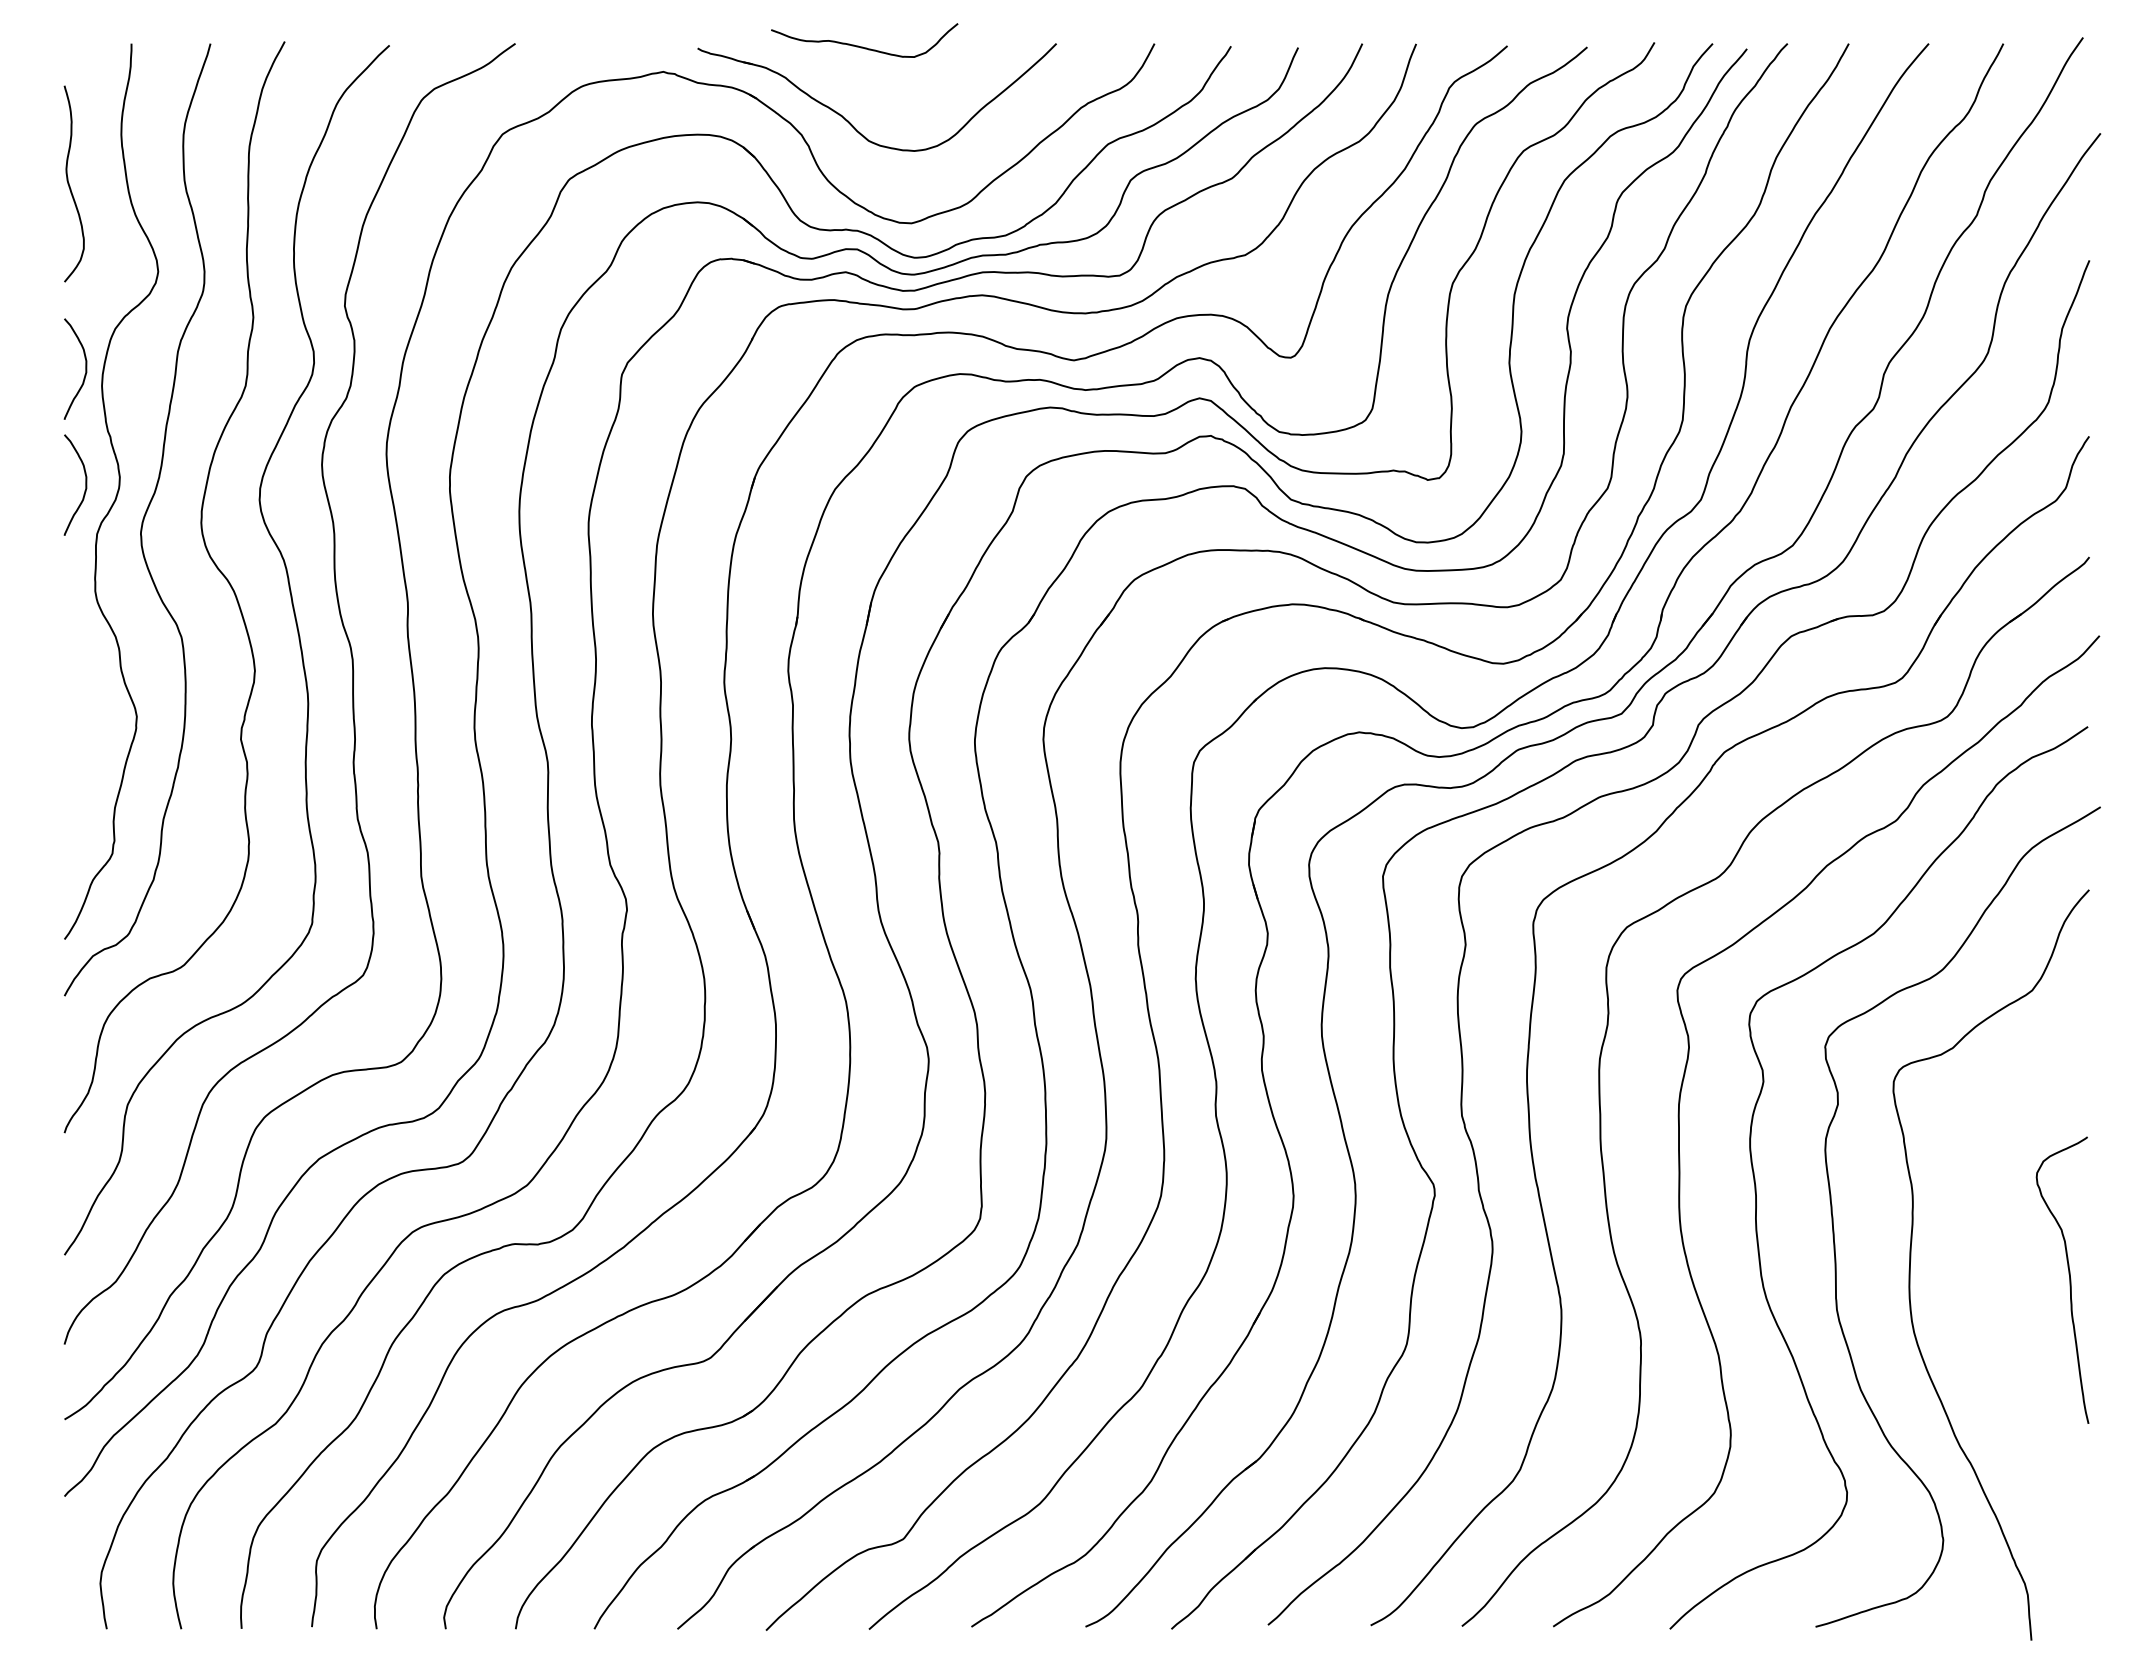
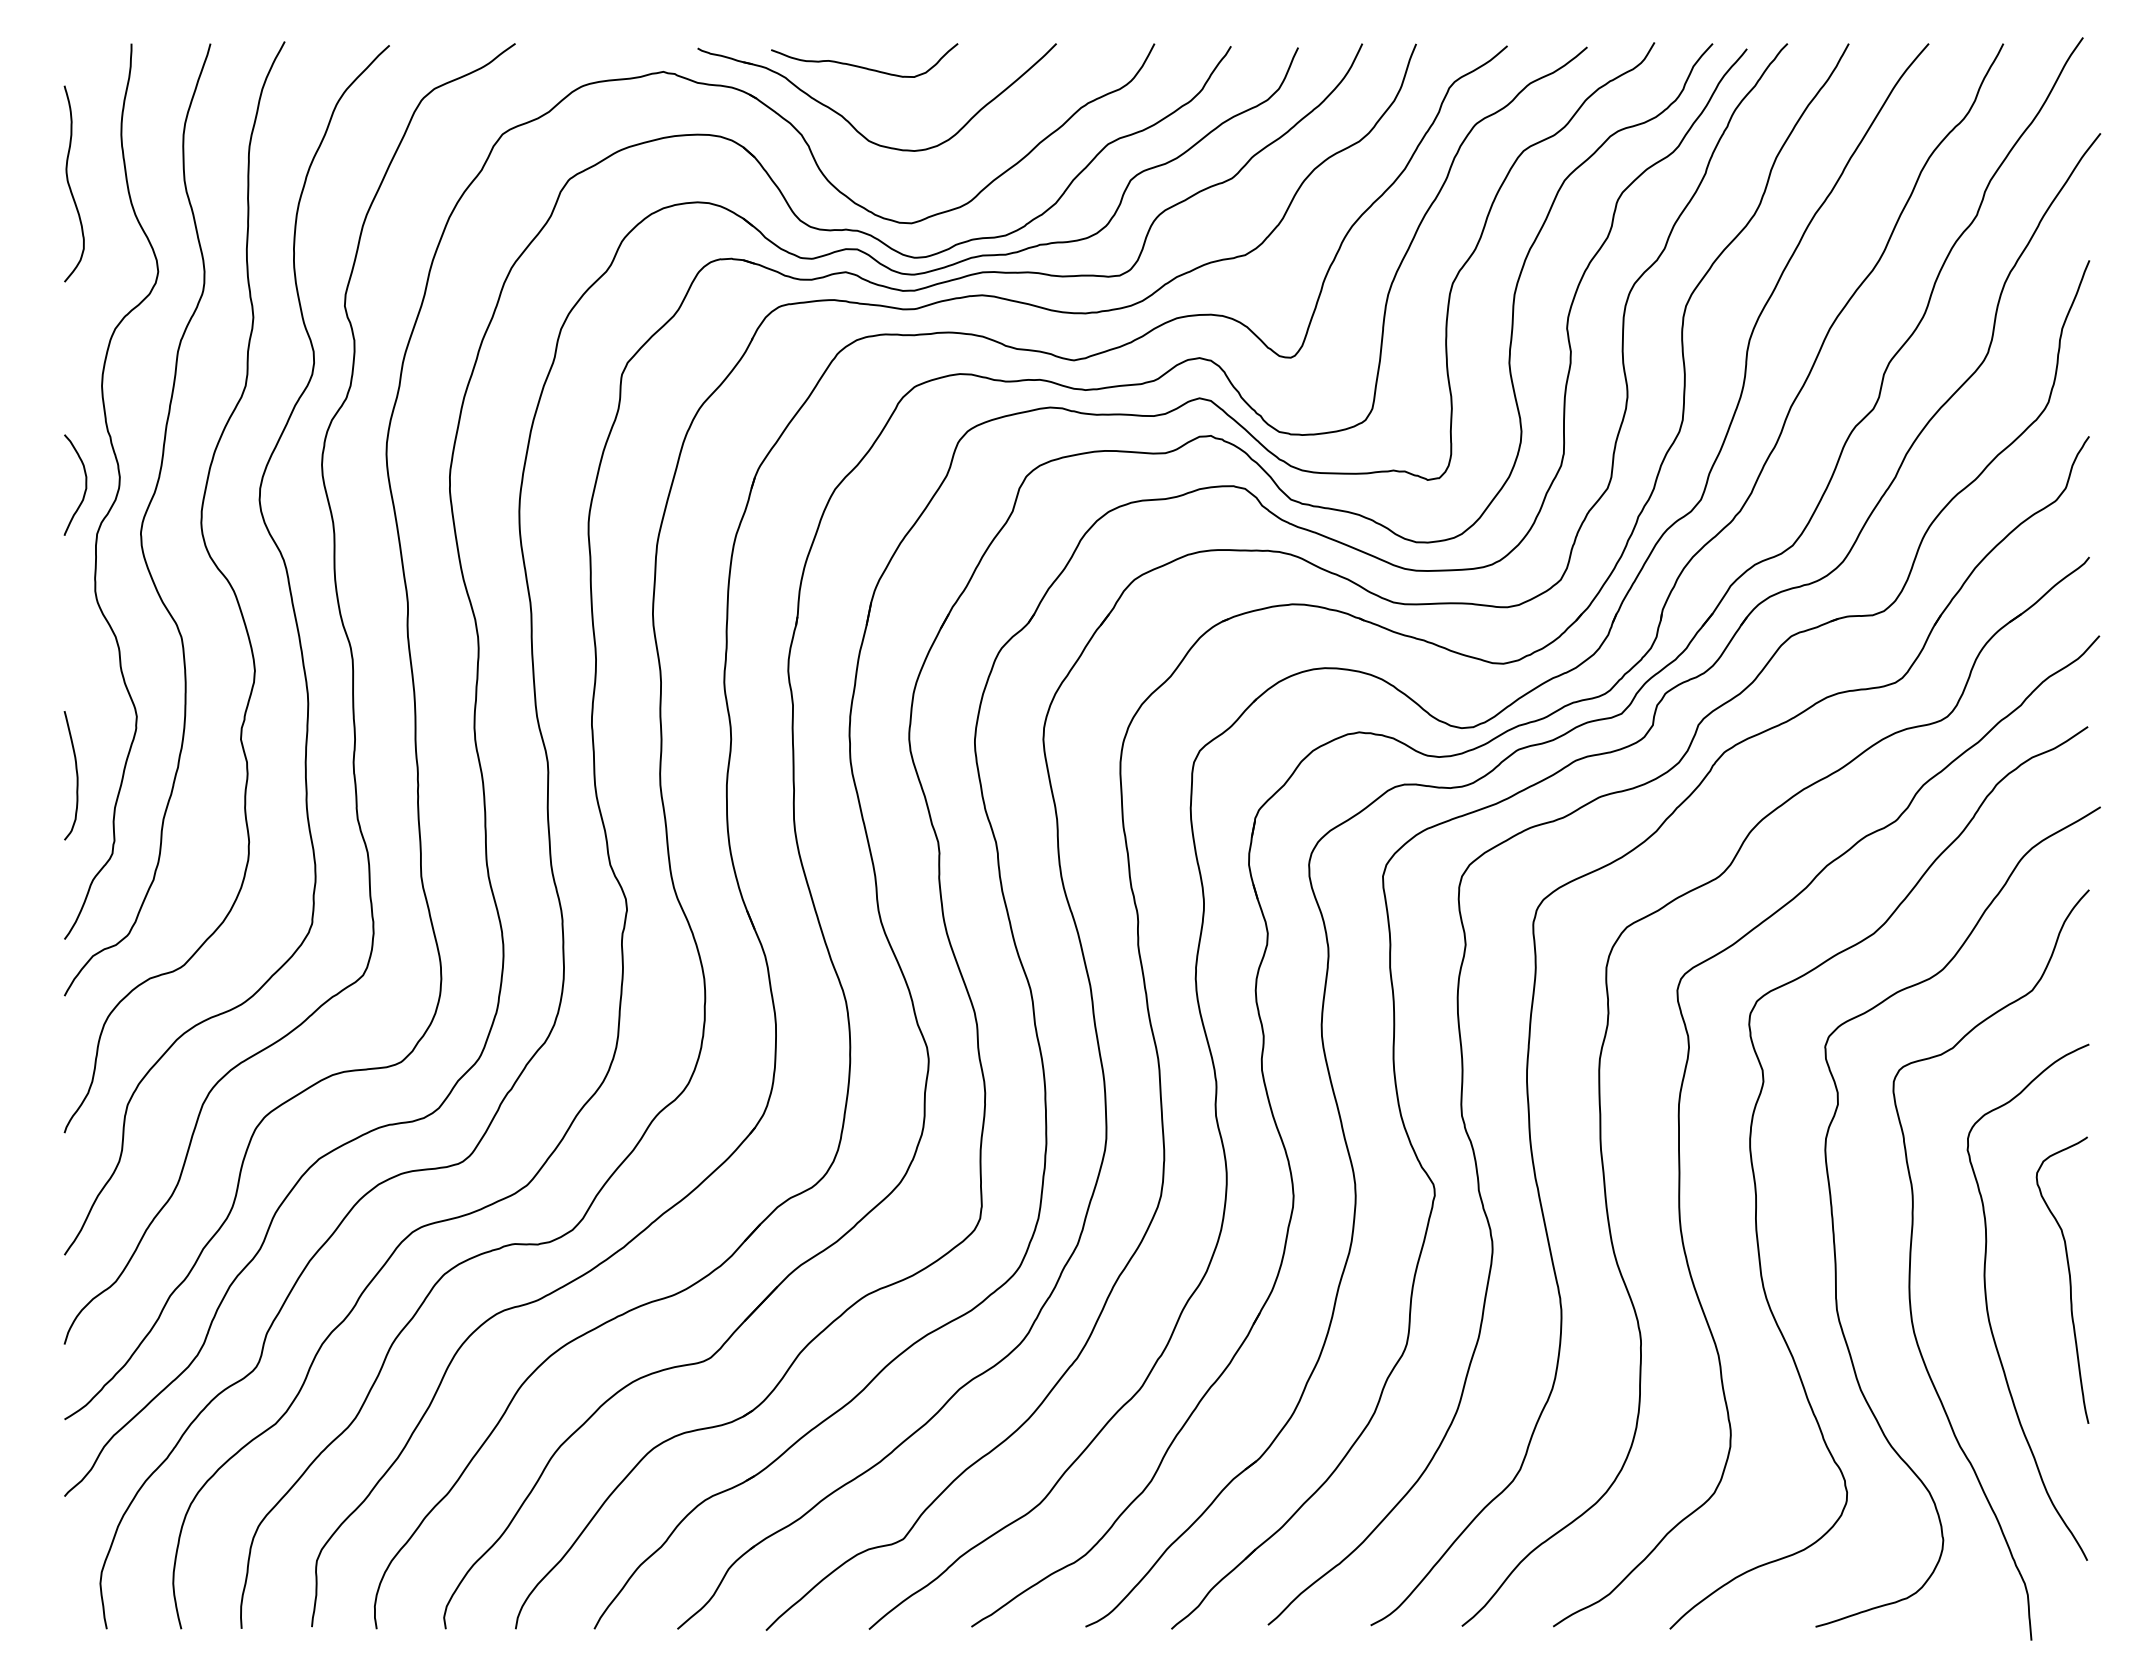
curve at (862, 46) position: (862, 46) -> (862, 66)
curve at (85, 368): present -> none
part at (70, 775): none -> present
curve at (1987, 1301): none -> present
